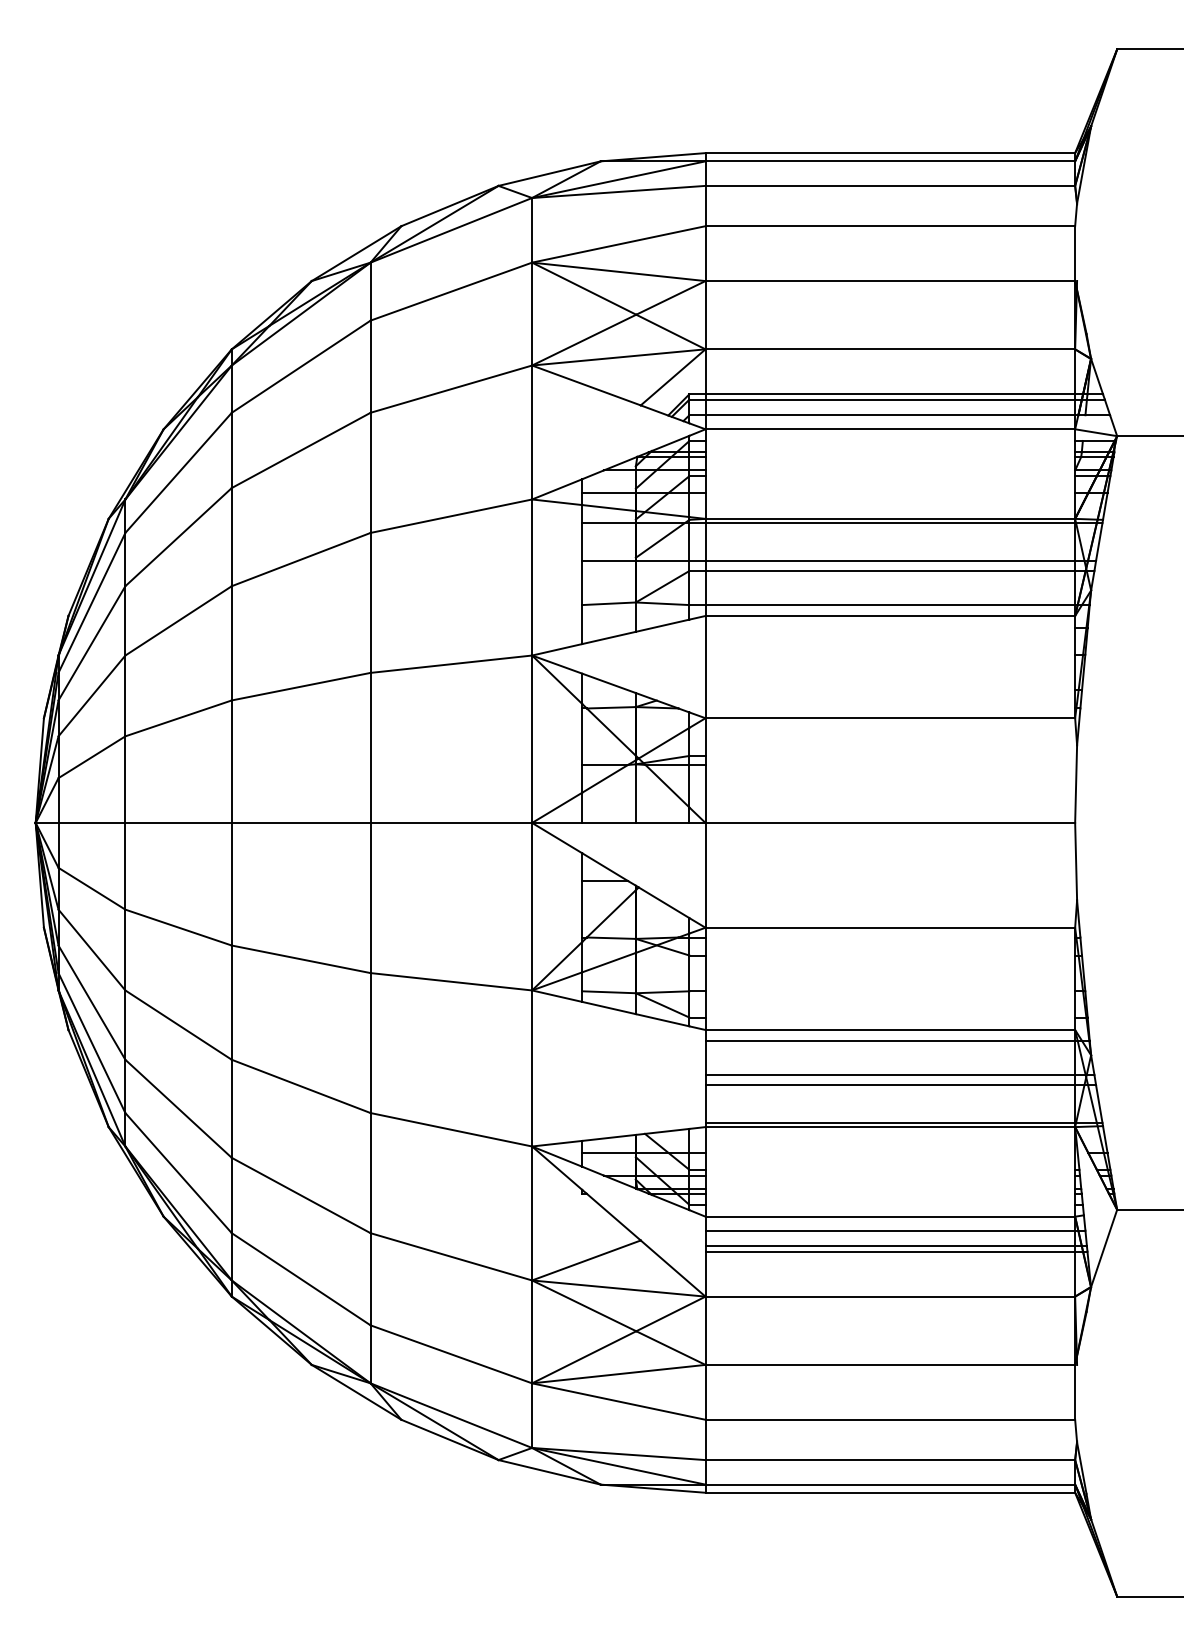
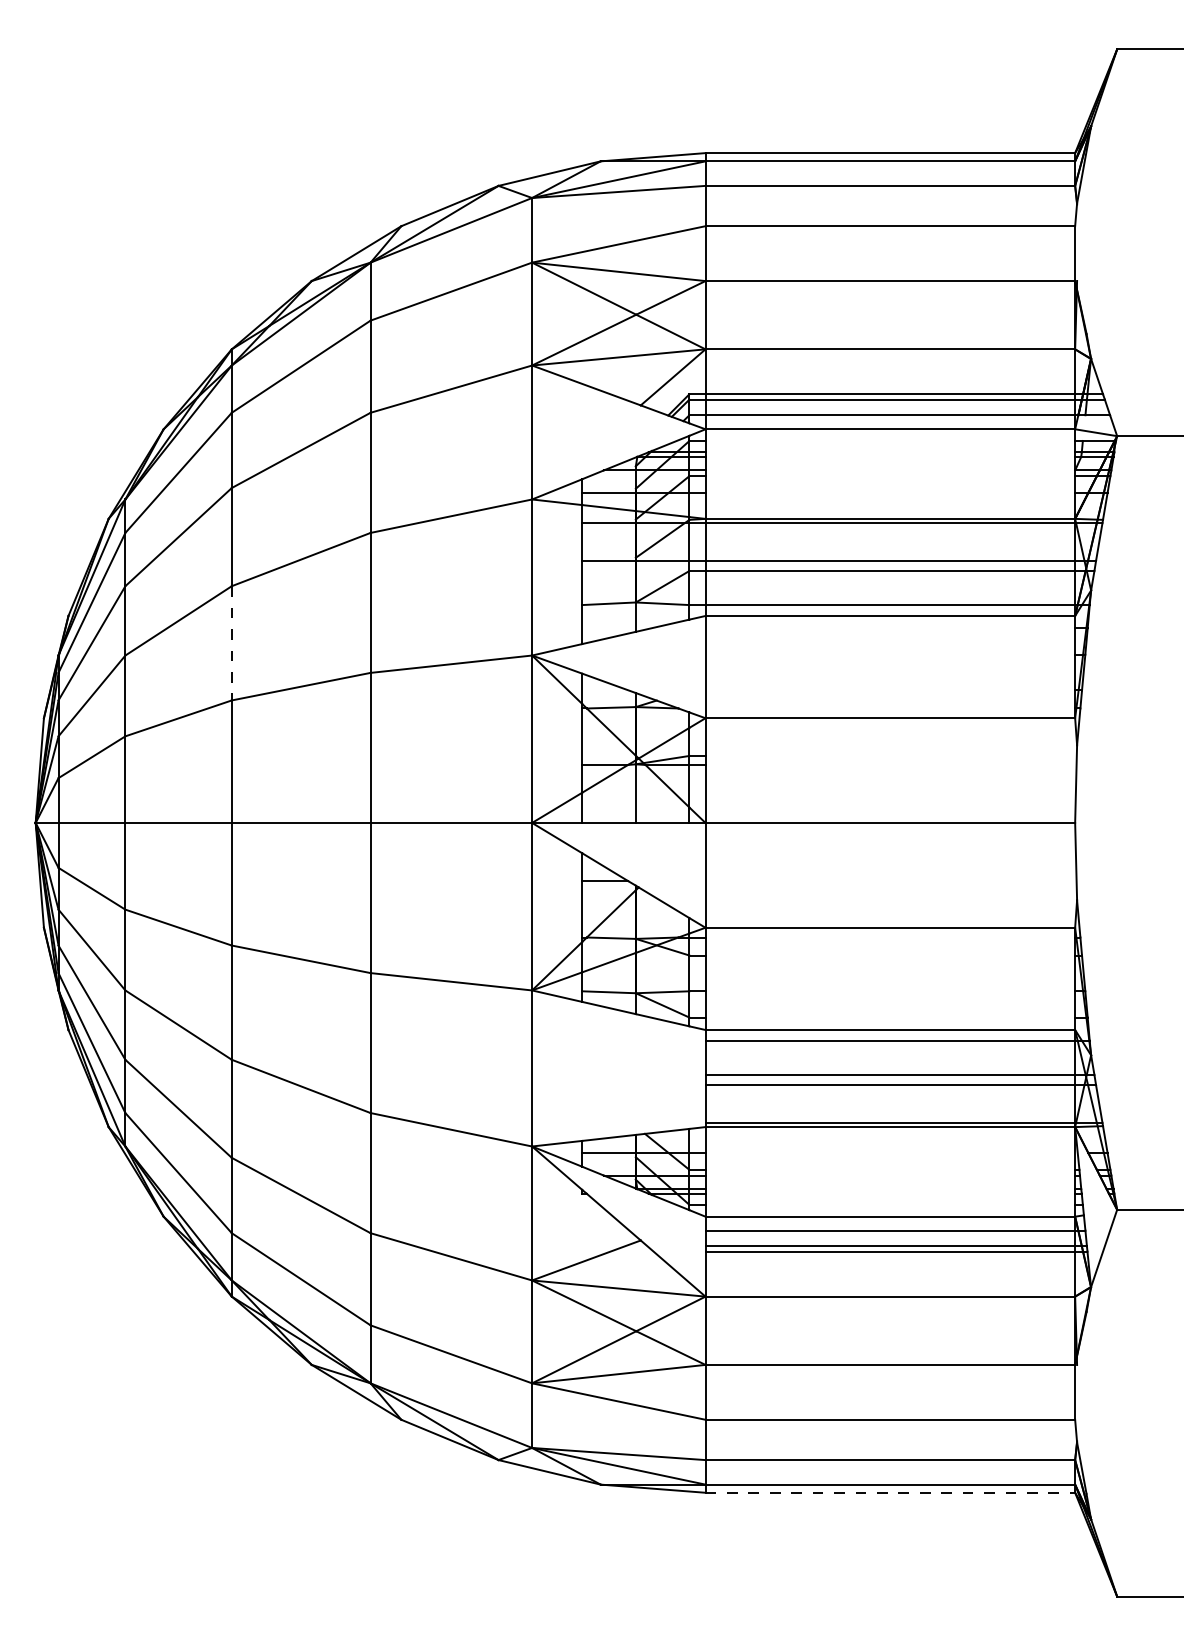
line at (231, 643): solid -> dashed
line at (890, 1492): solid -> dashed
